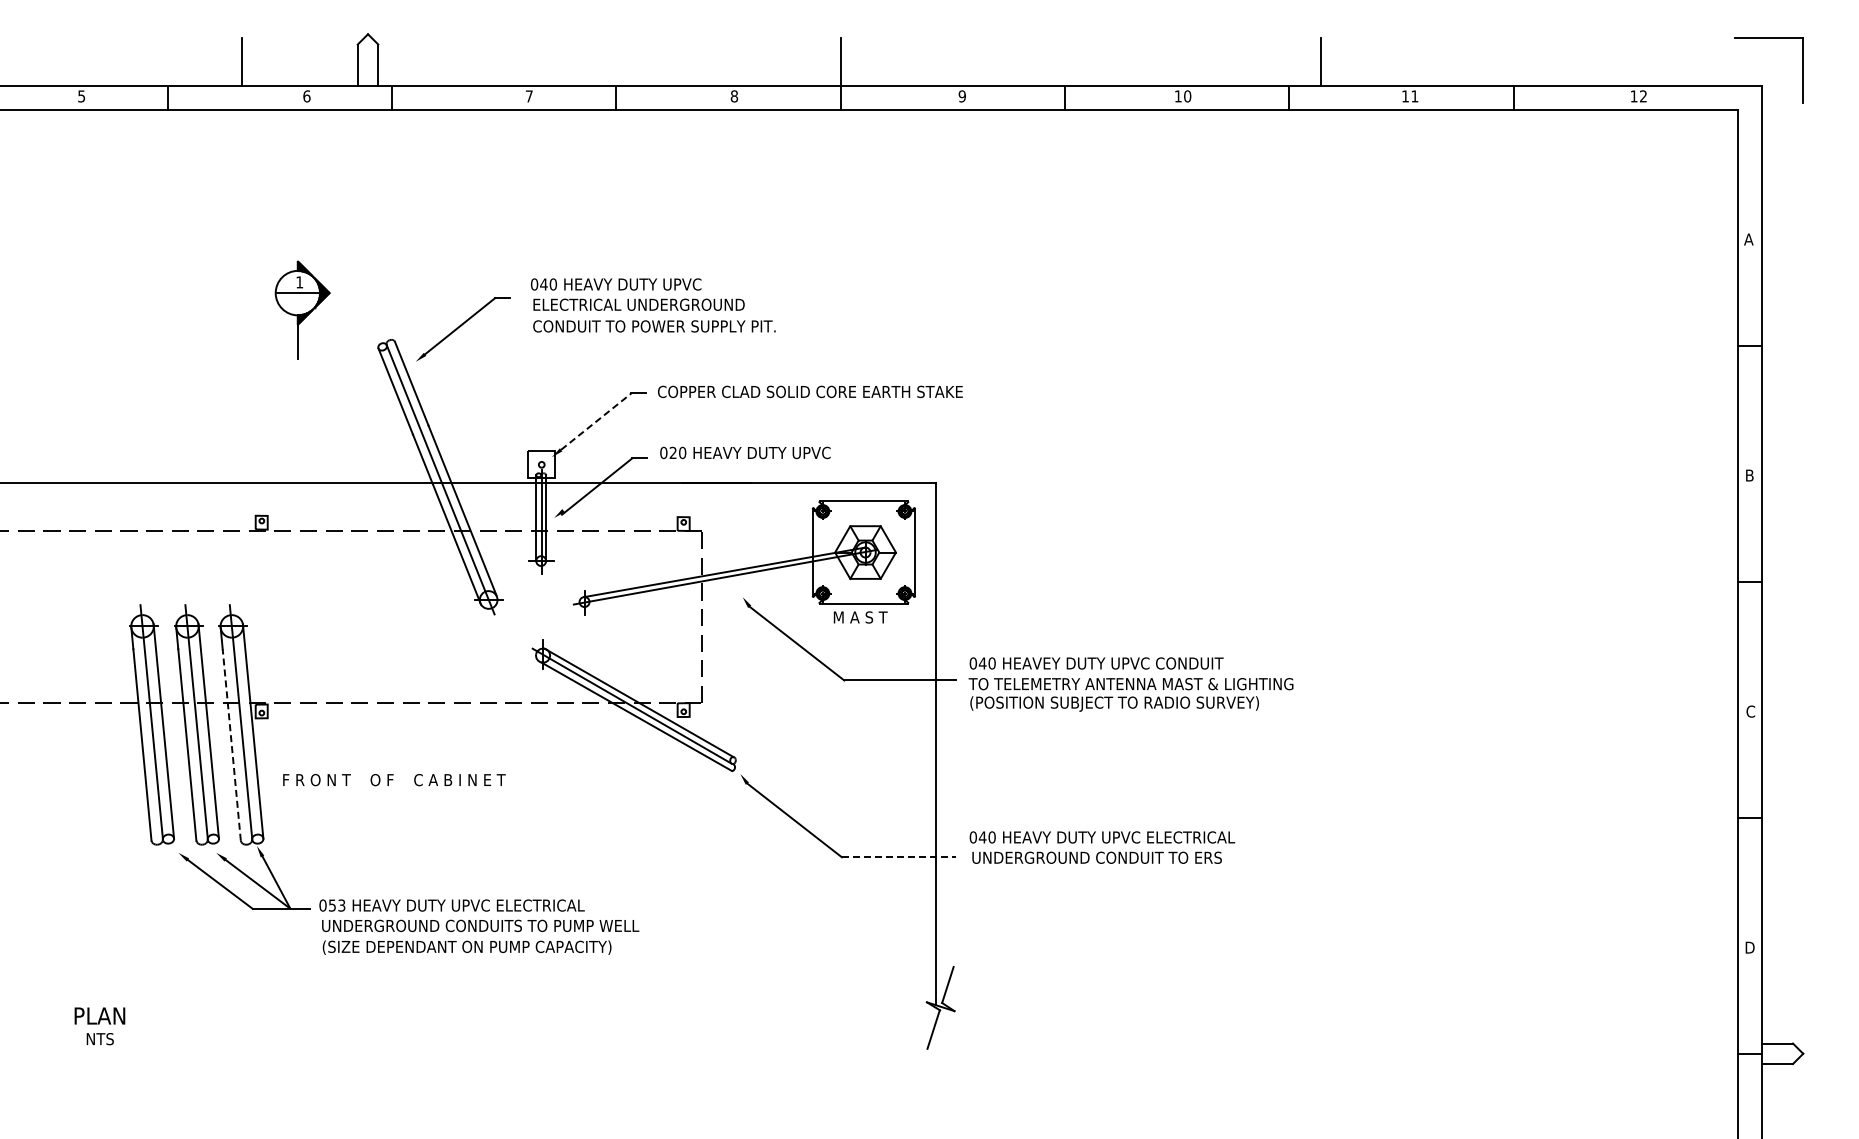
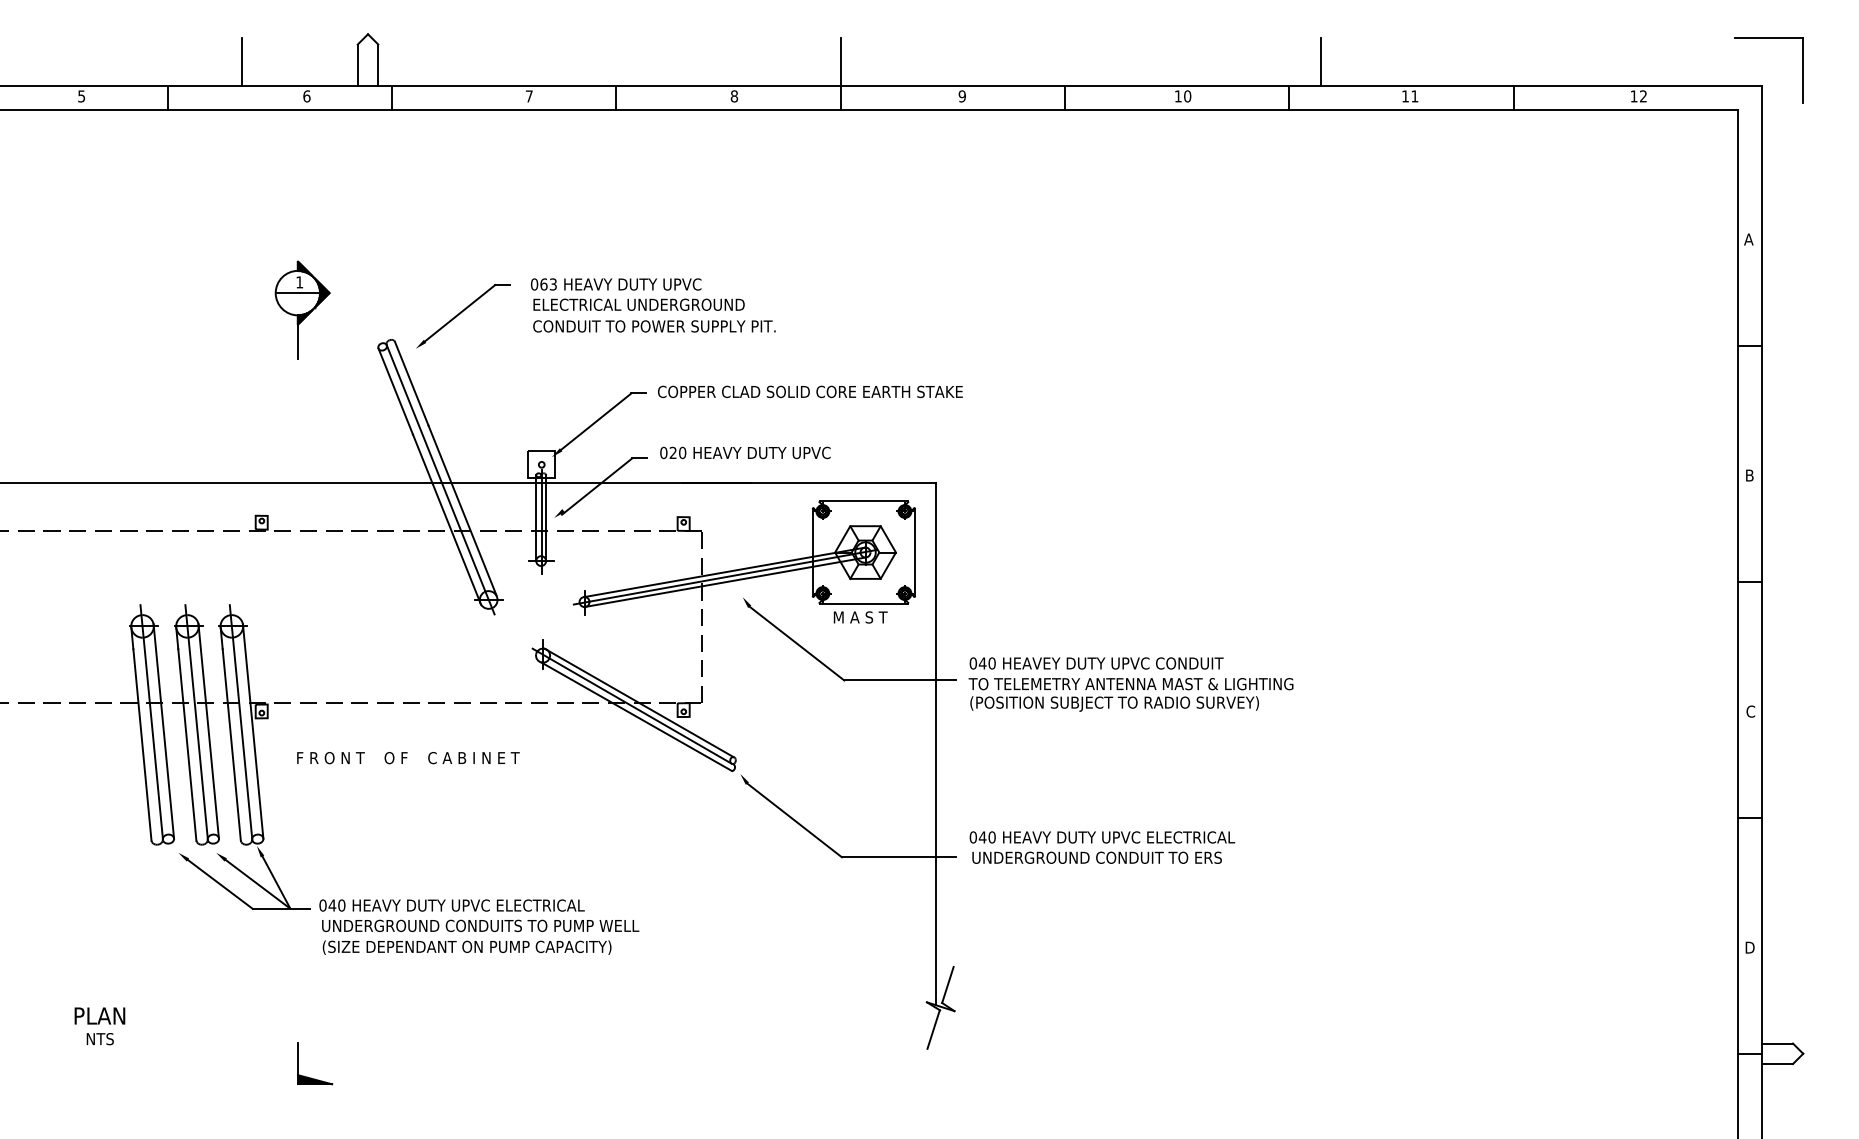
text at (548, 284): 040 -> 063
part at (463, 329) position: (463, 329) -> (463, 316)
line at (596, 421): dashed -> solid
line at (724, 582): none -> present
line at (231, 744): dashed -> solid
text at (394, 780) position: (394, 780) -> (408, 758)
line at (899, 857): dashed -> solid
text at (336, 905): 053 -> 040
part at (311, 1077): none -> present
